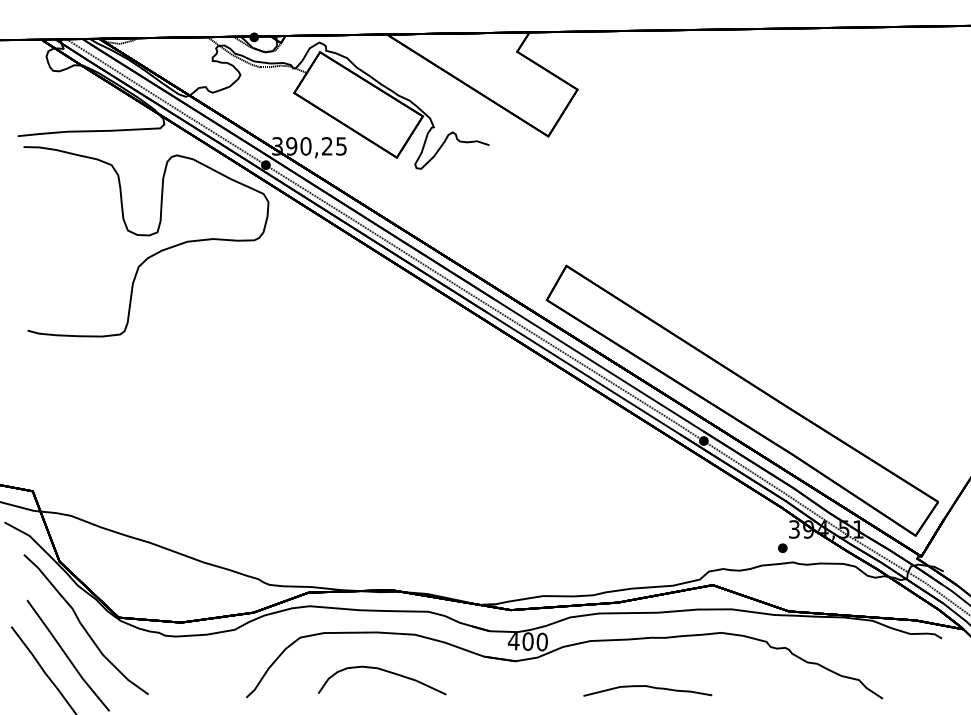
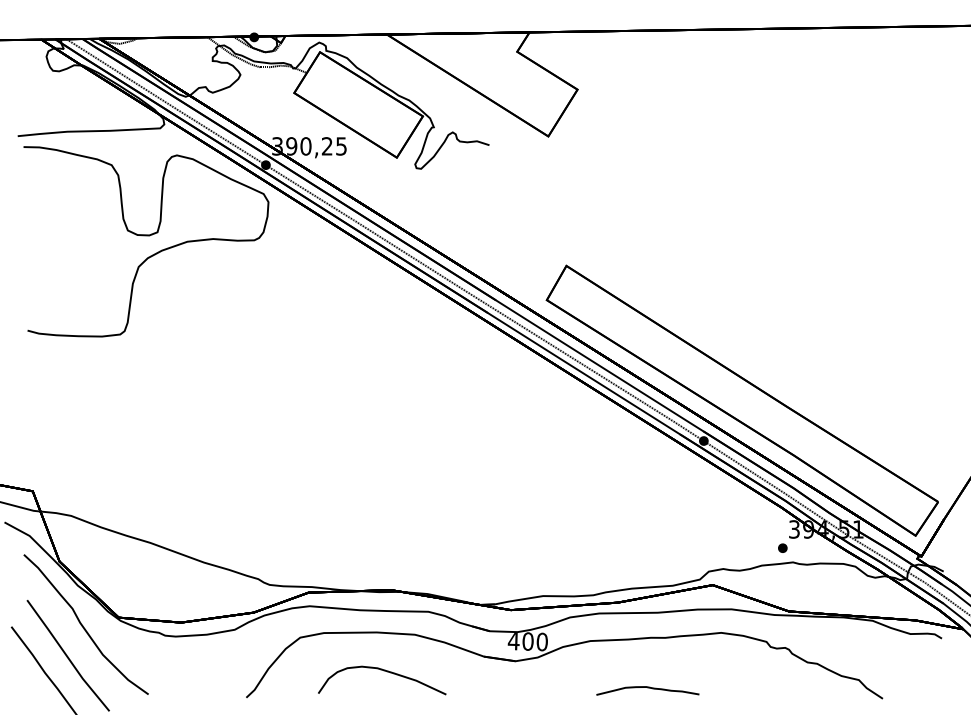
part at (647, 690) size: 130x12 px -> 104x10 px
